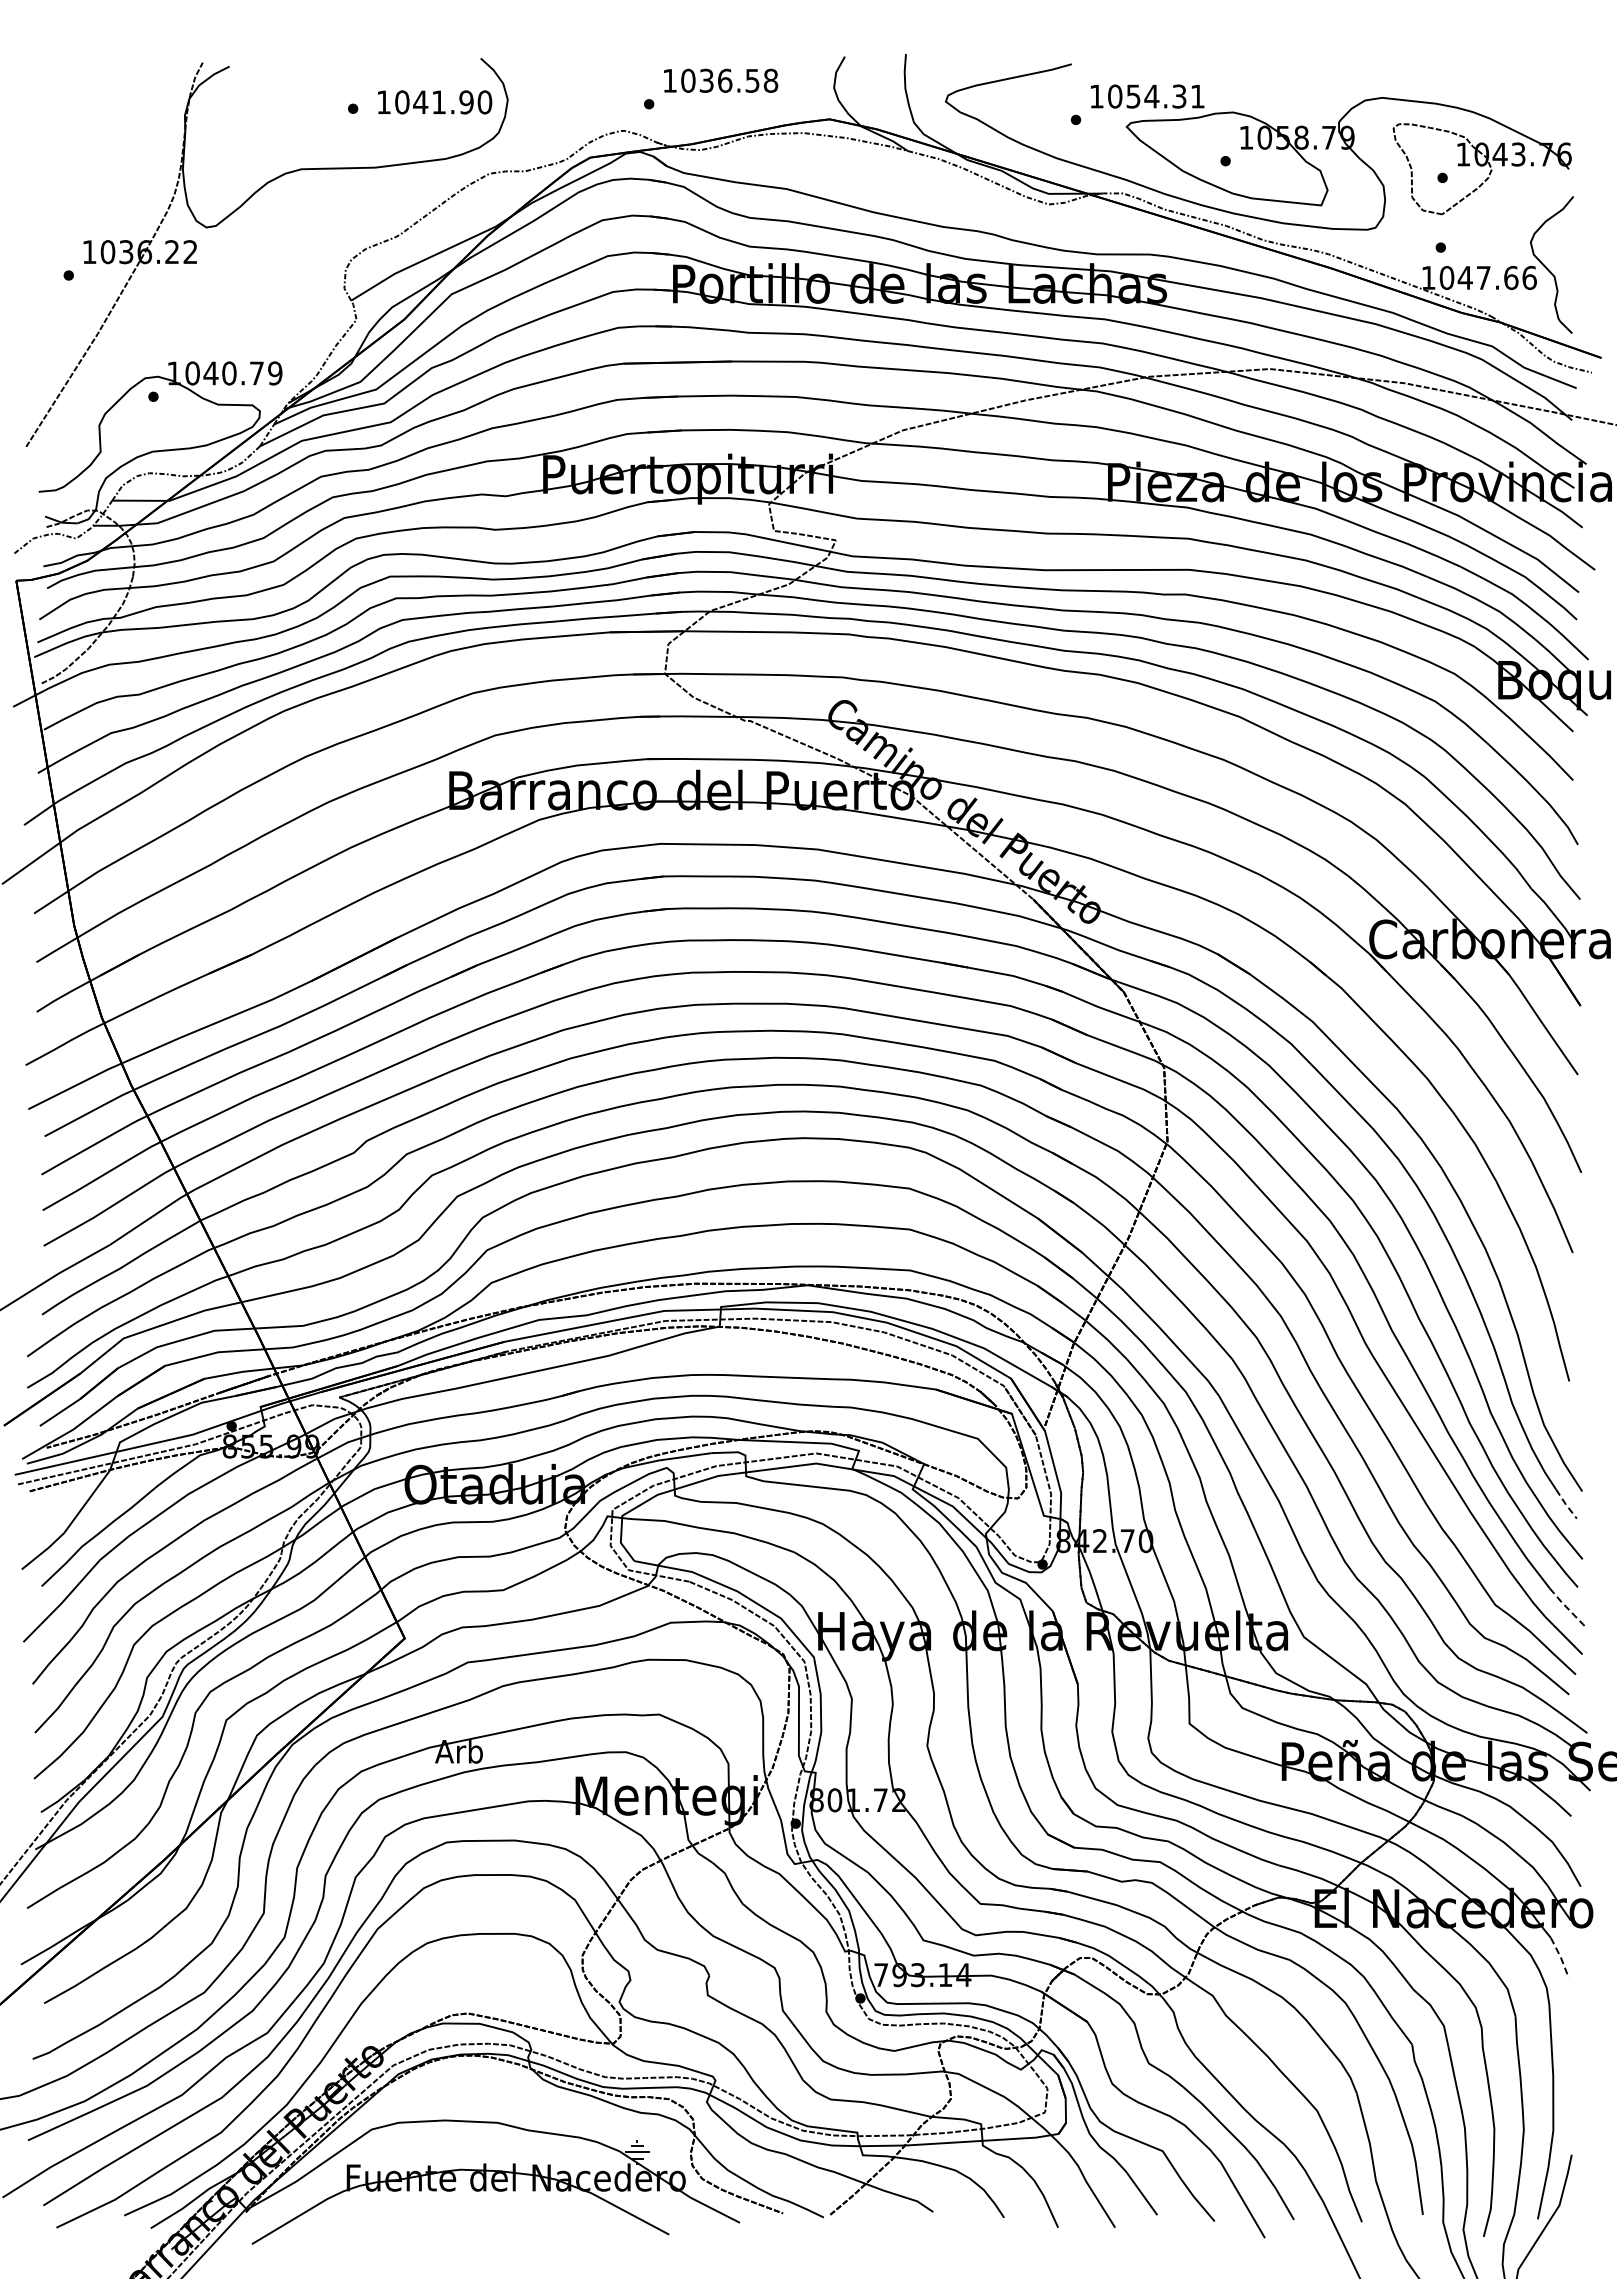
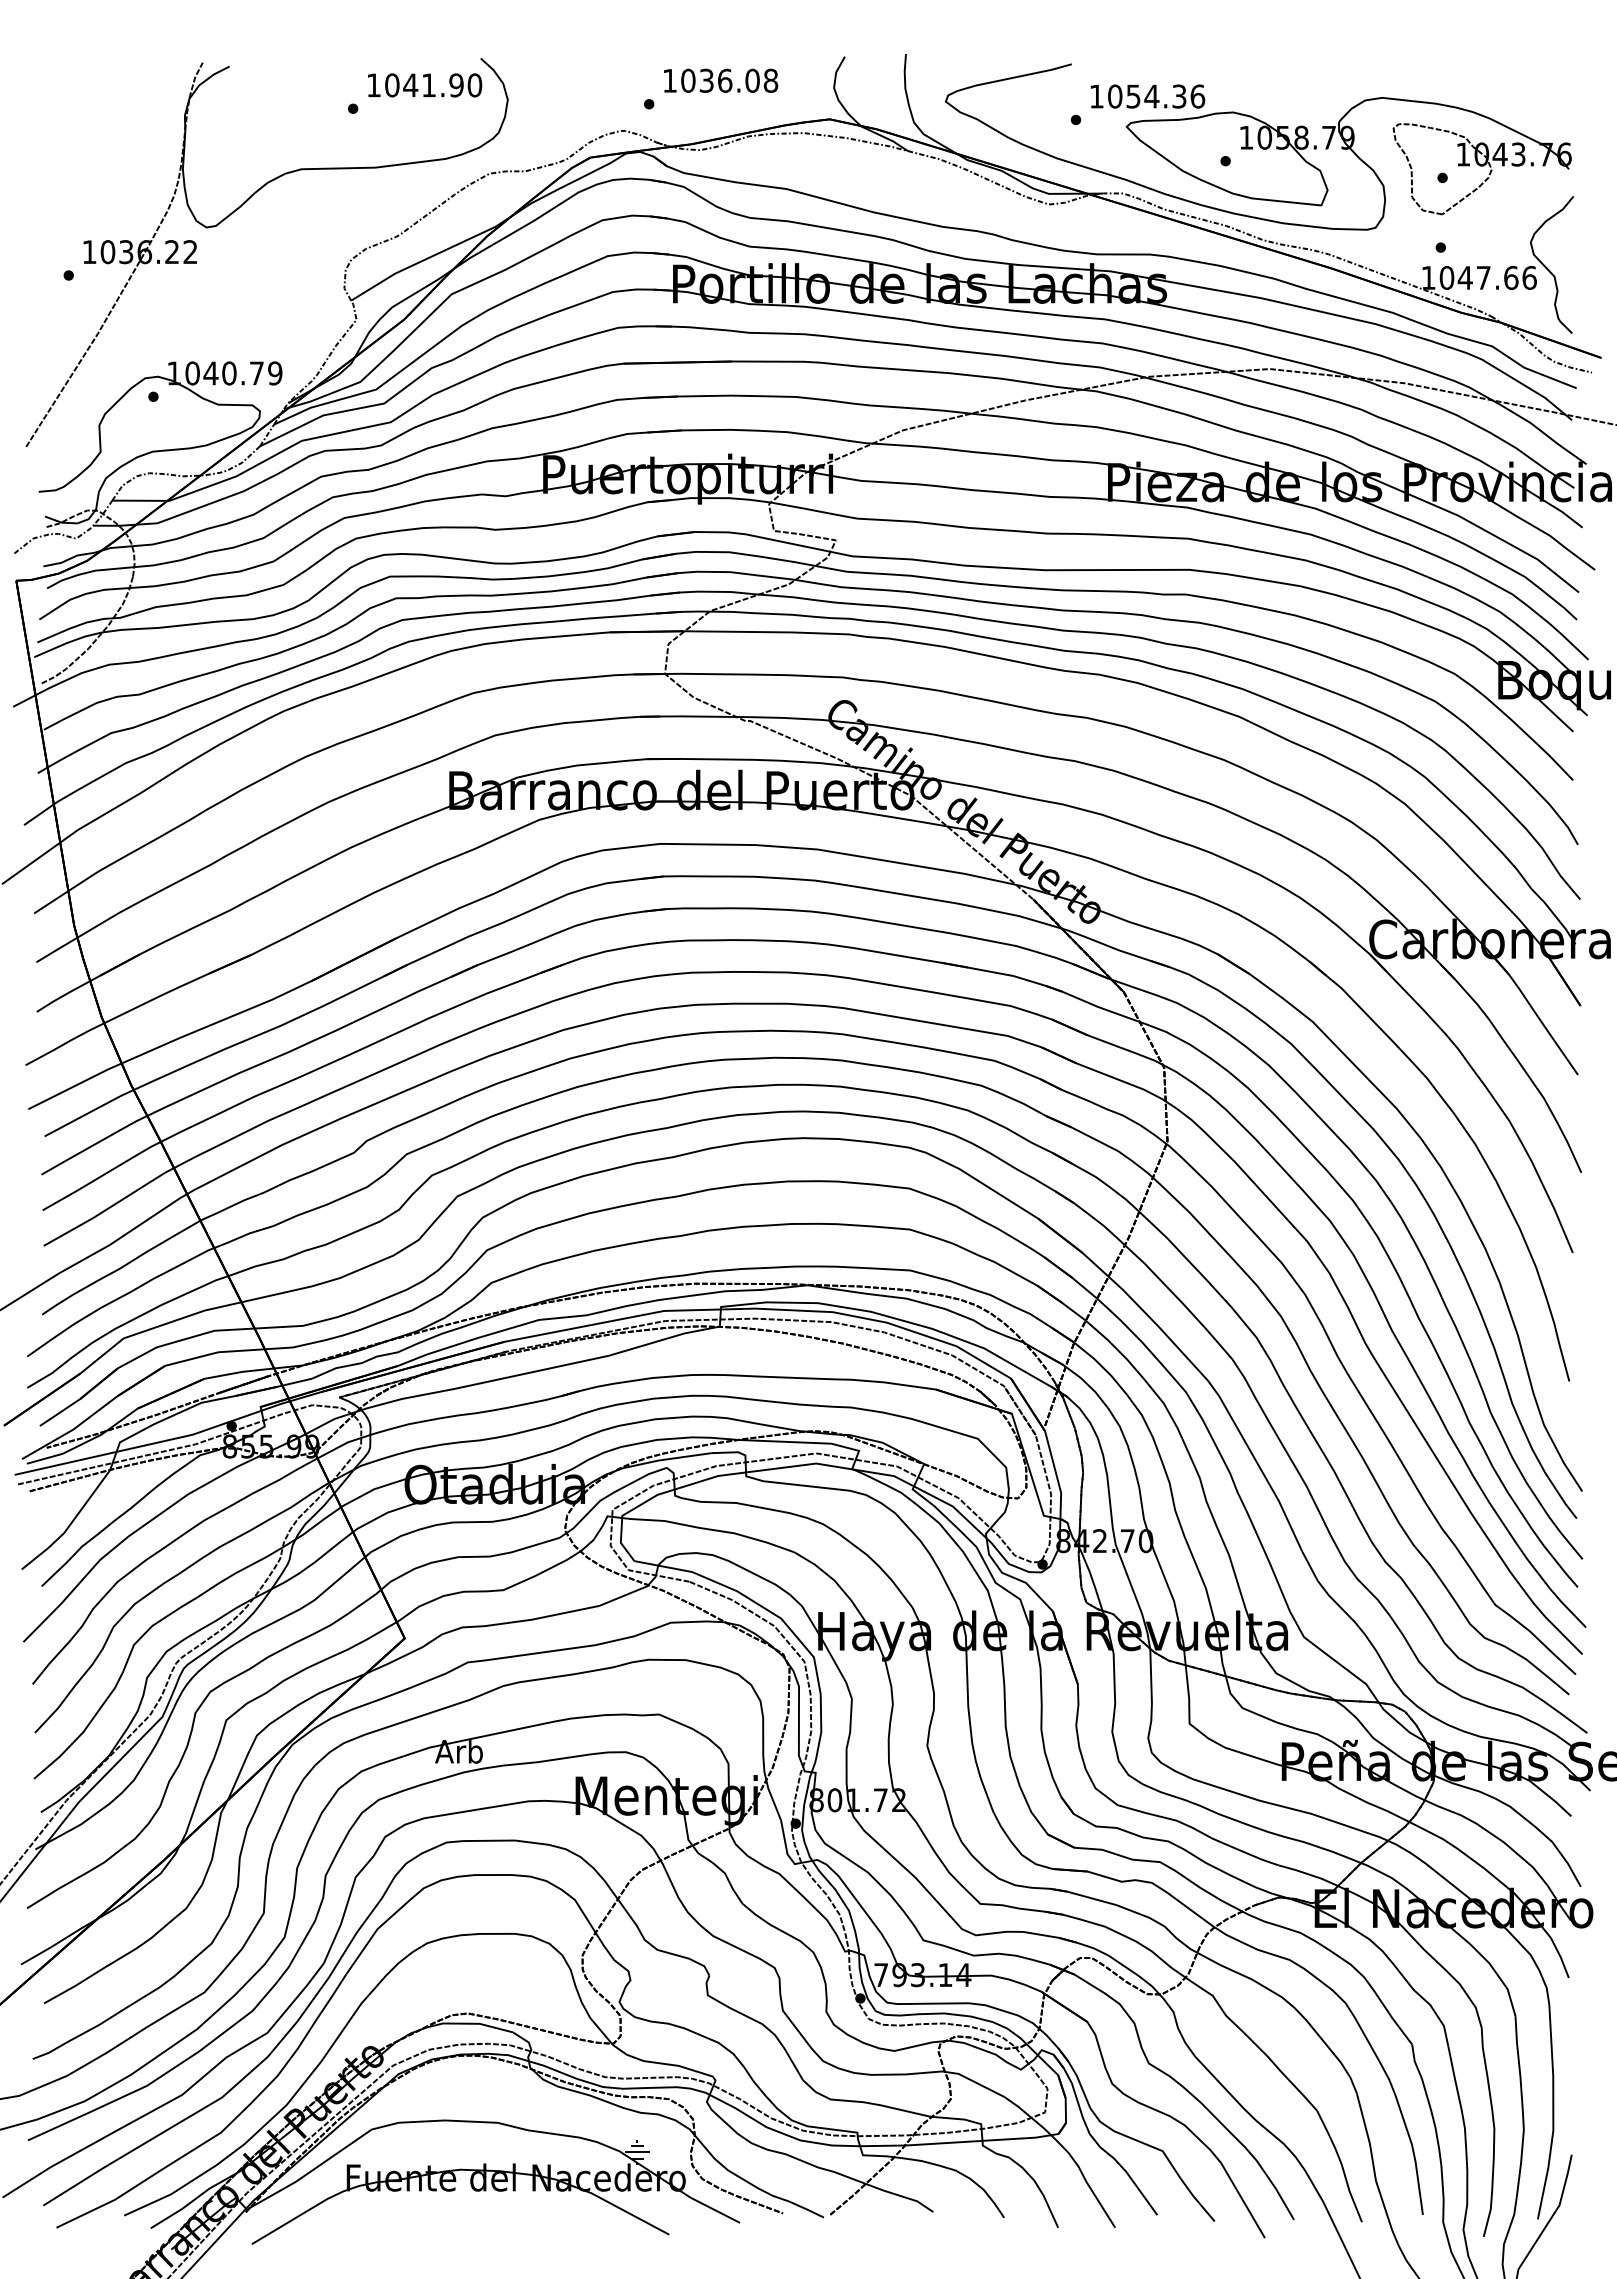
text at (752, 80): 1036.58 -> 1036.08
text at (1197, 96): 1054.31 -> 1054.36
text at (435, 102) position: (435, 102) -> (425, 85)
line at (1565, 1503): dashed -> solid
line at (1567, 1607): dashed -> solid
line at (1560, 1957): dashed -> solid
